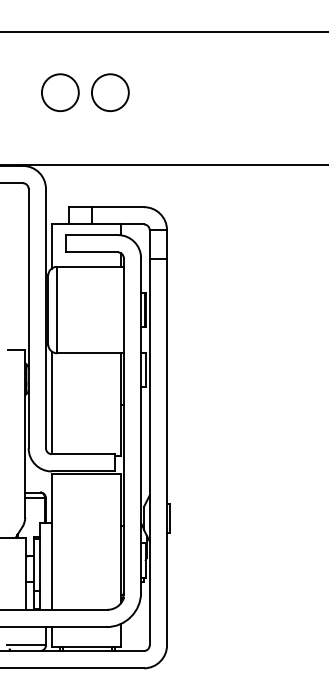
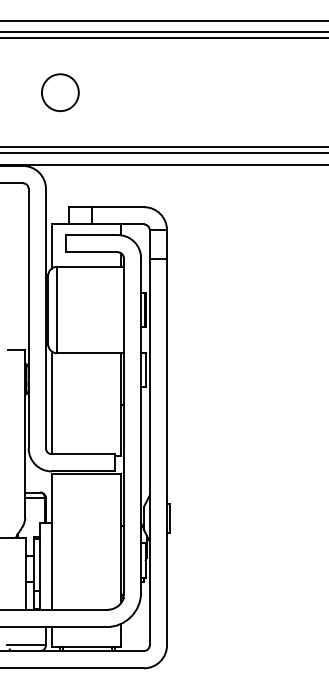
line at (163, 20): none -> present
line at (163, 37): none -> present
circle at (110, 92): present -> none
line at (163, 147): none -> present
line at (163, 153): none -> present
